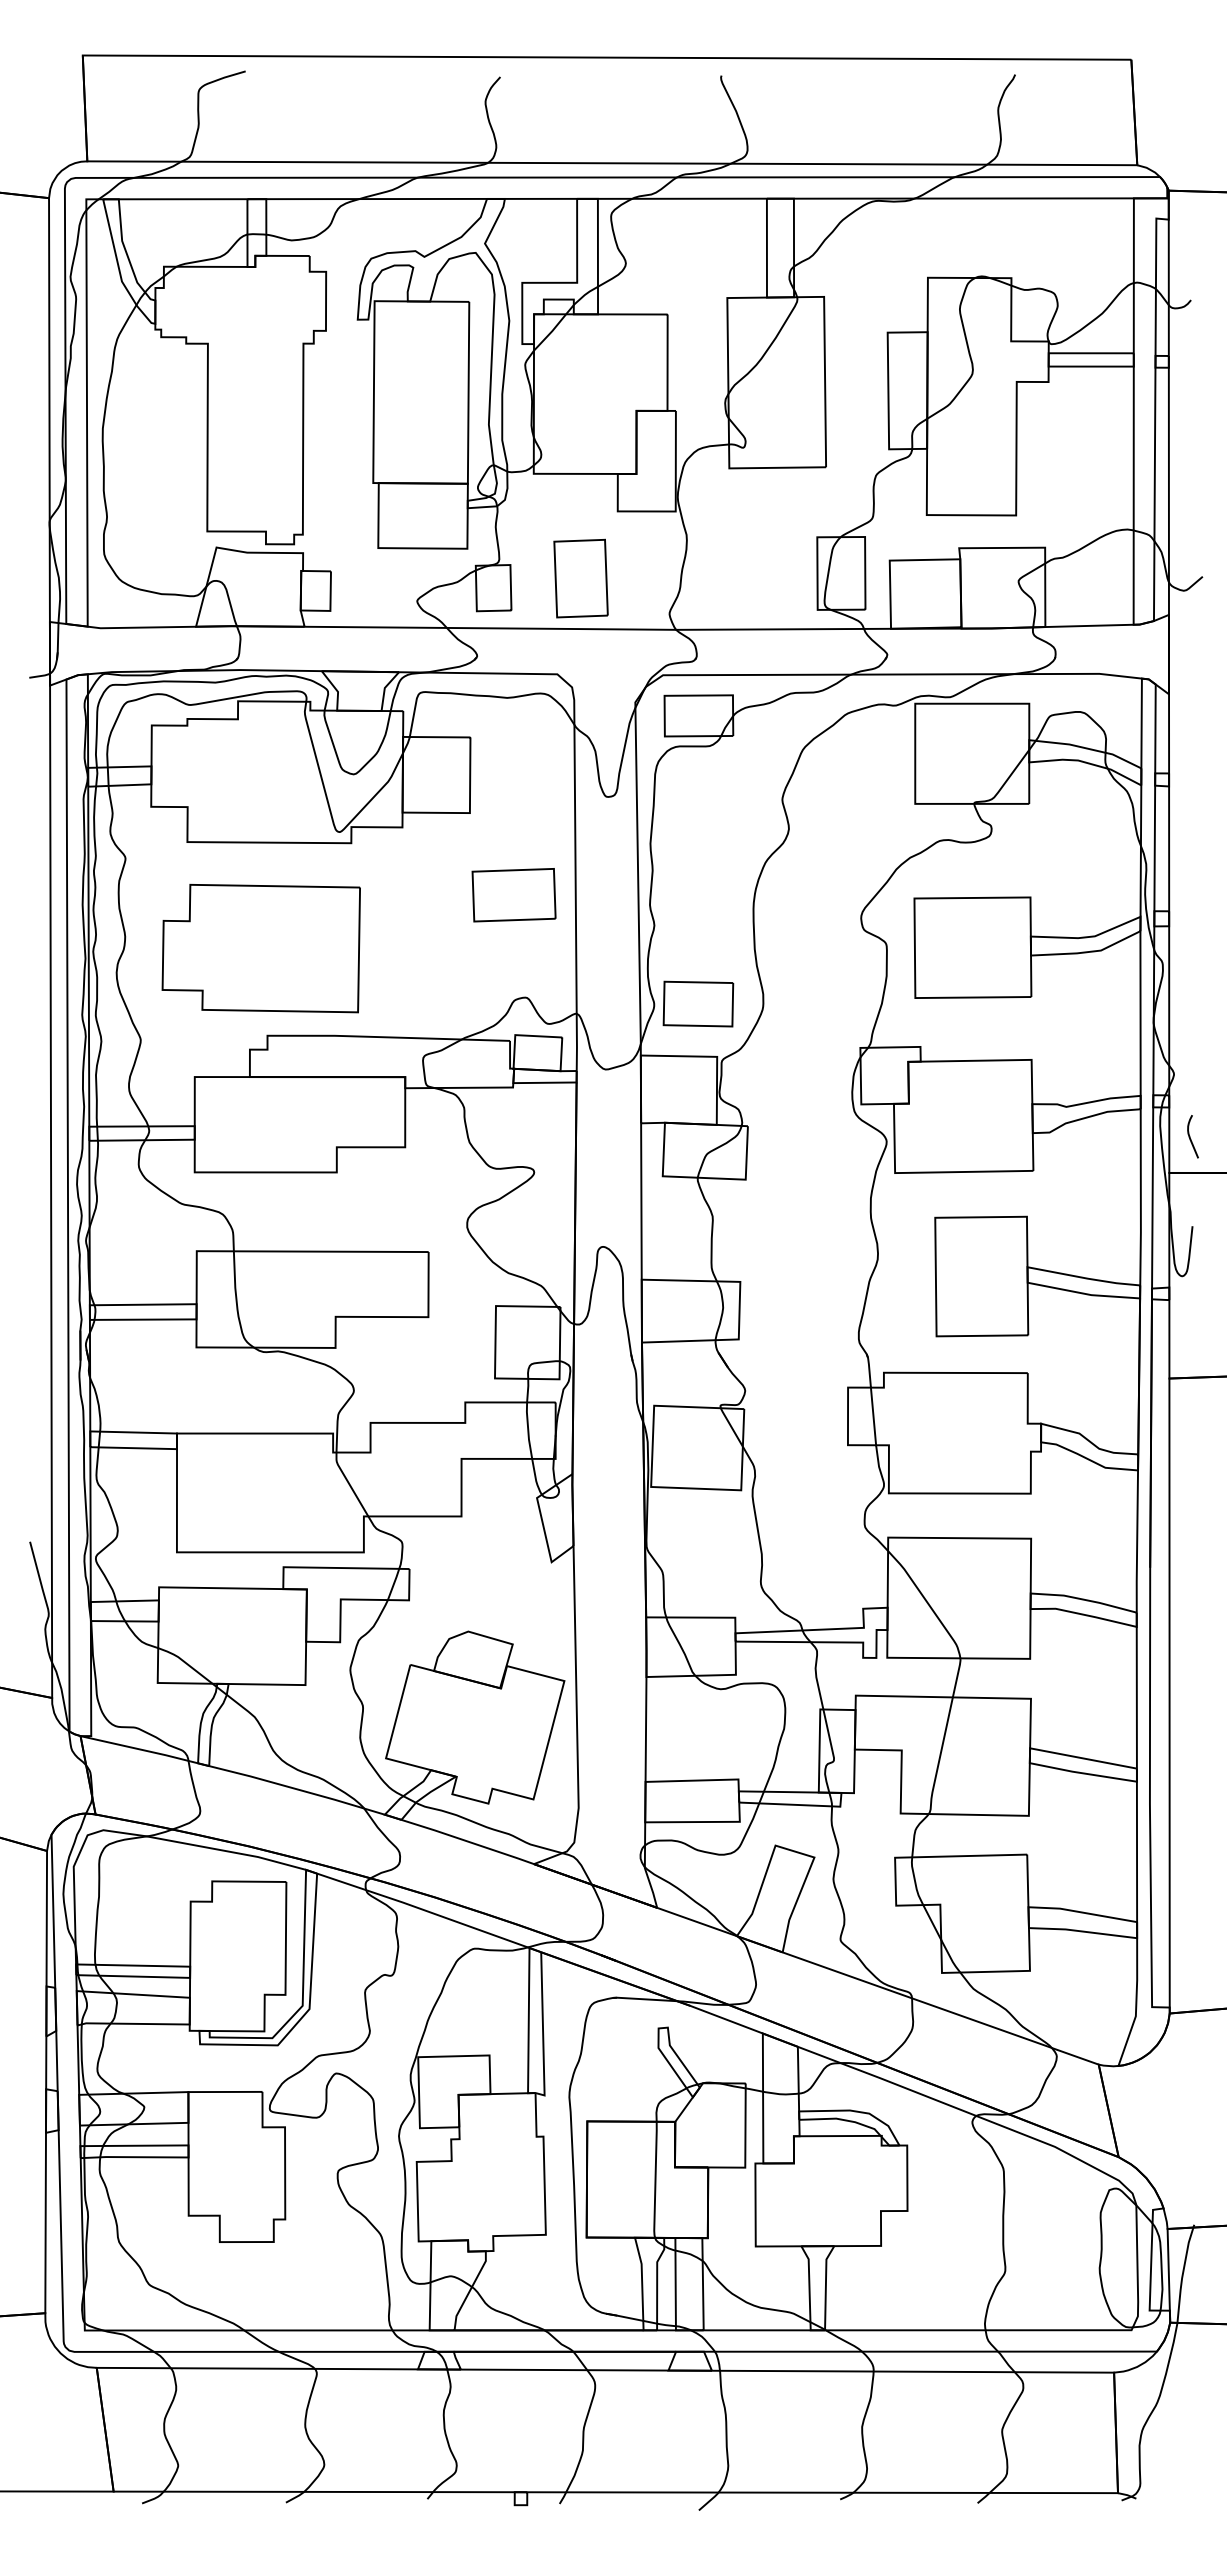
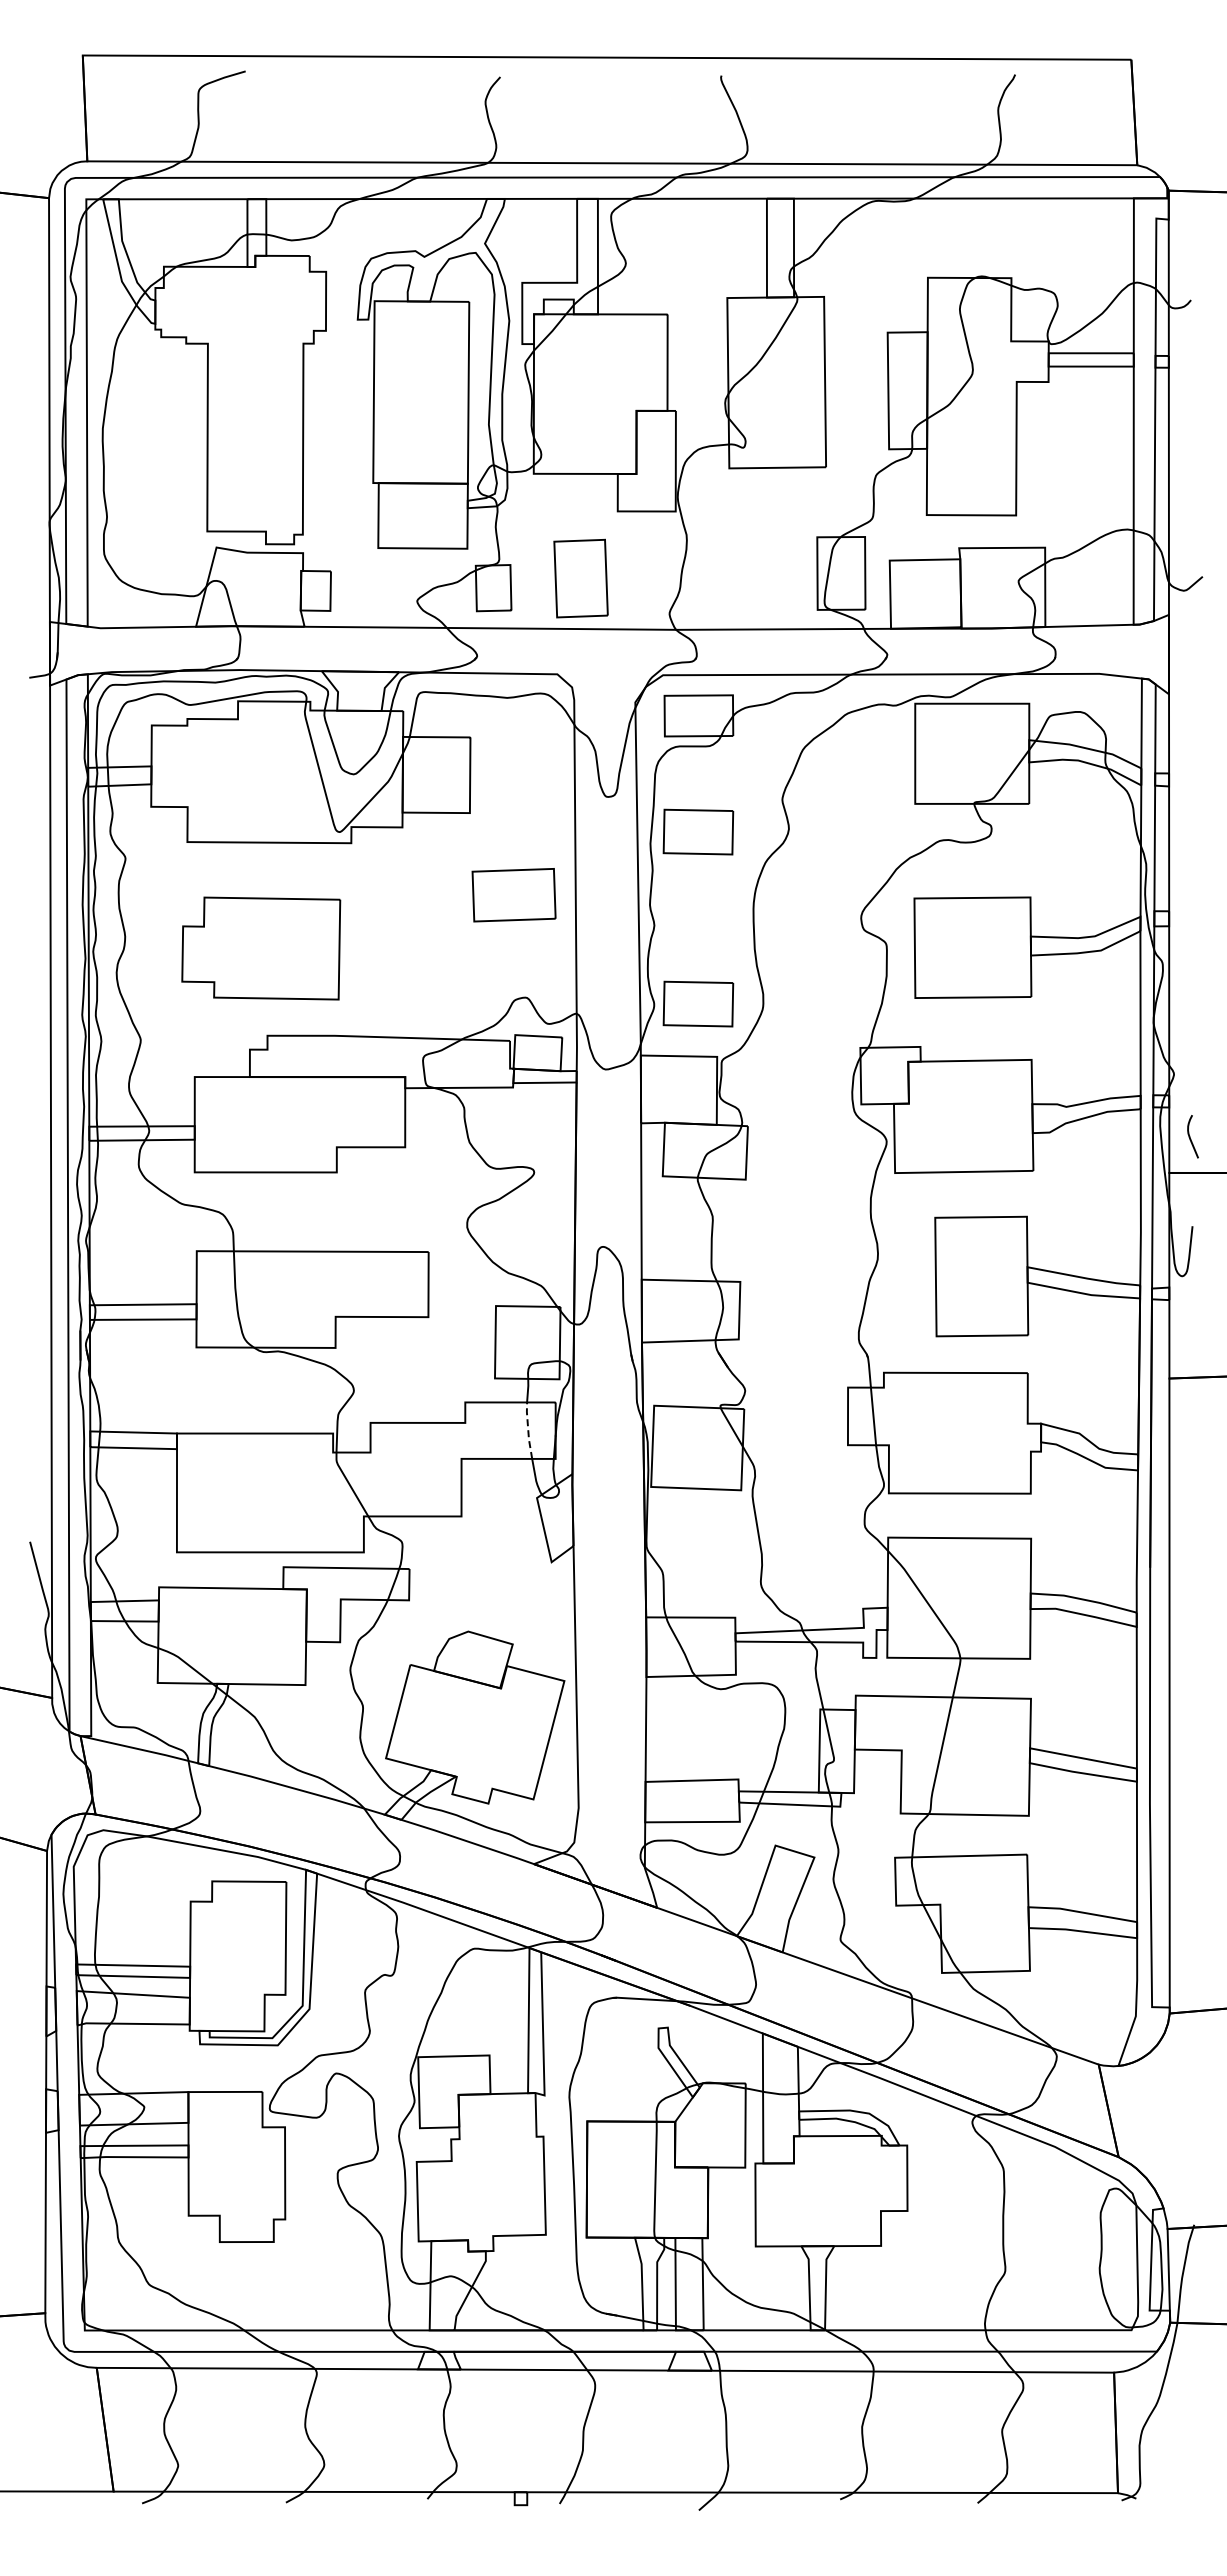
part at (698, 831): none -> present
part at (260, 948) size: 200x131 px -> 161x105 px
line at (528, 1430): solid -> dashed
